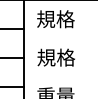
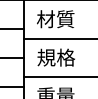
text at (55, 19): 規格 -> 材質
line at (59, 38): none -> present
line at (59, 77): none -> present
